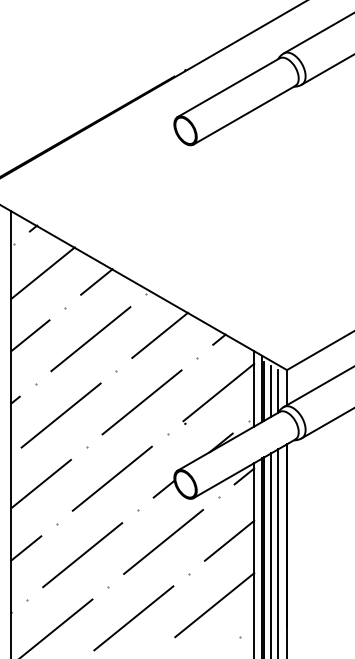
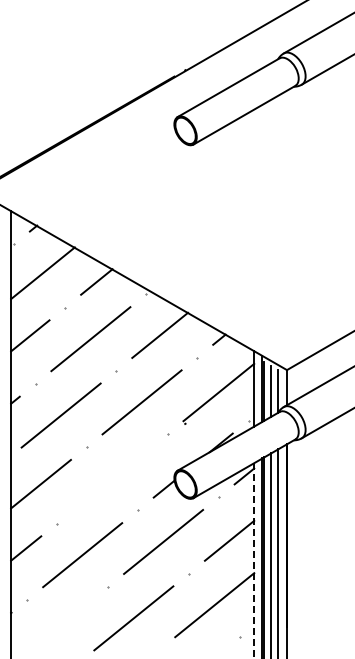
line at (111, 478): present -> none
line at (254, 561): solid -> dashed
line at (57, 627): present -> none
